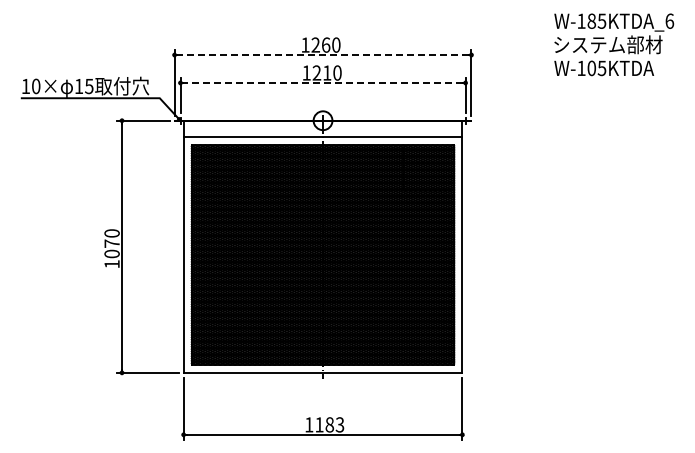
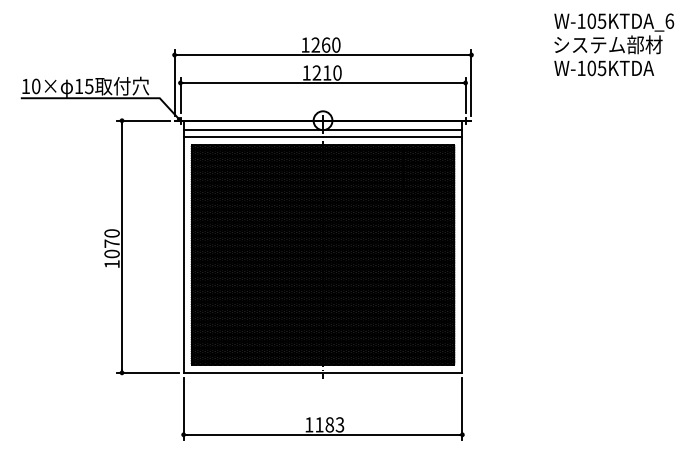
text at (591, 21): W-185KTDA_6 -> W-105KTDA_6
line at (323, 55): dashed -> solid
line at (323, 82): dashed -> solid
line at (322, 130): none -> present
